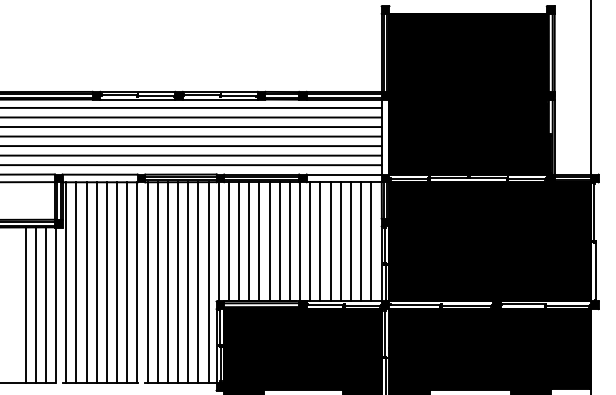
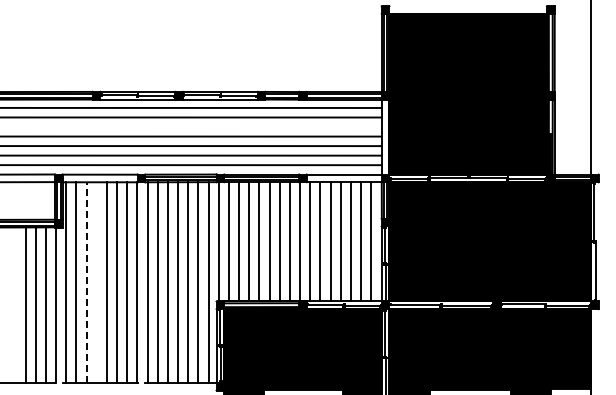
line at (191, 127): present -> none
line at (86, 282): solid -> dashed
line at (96, 282): present -> none
